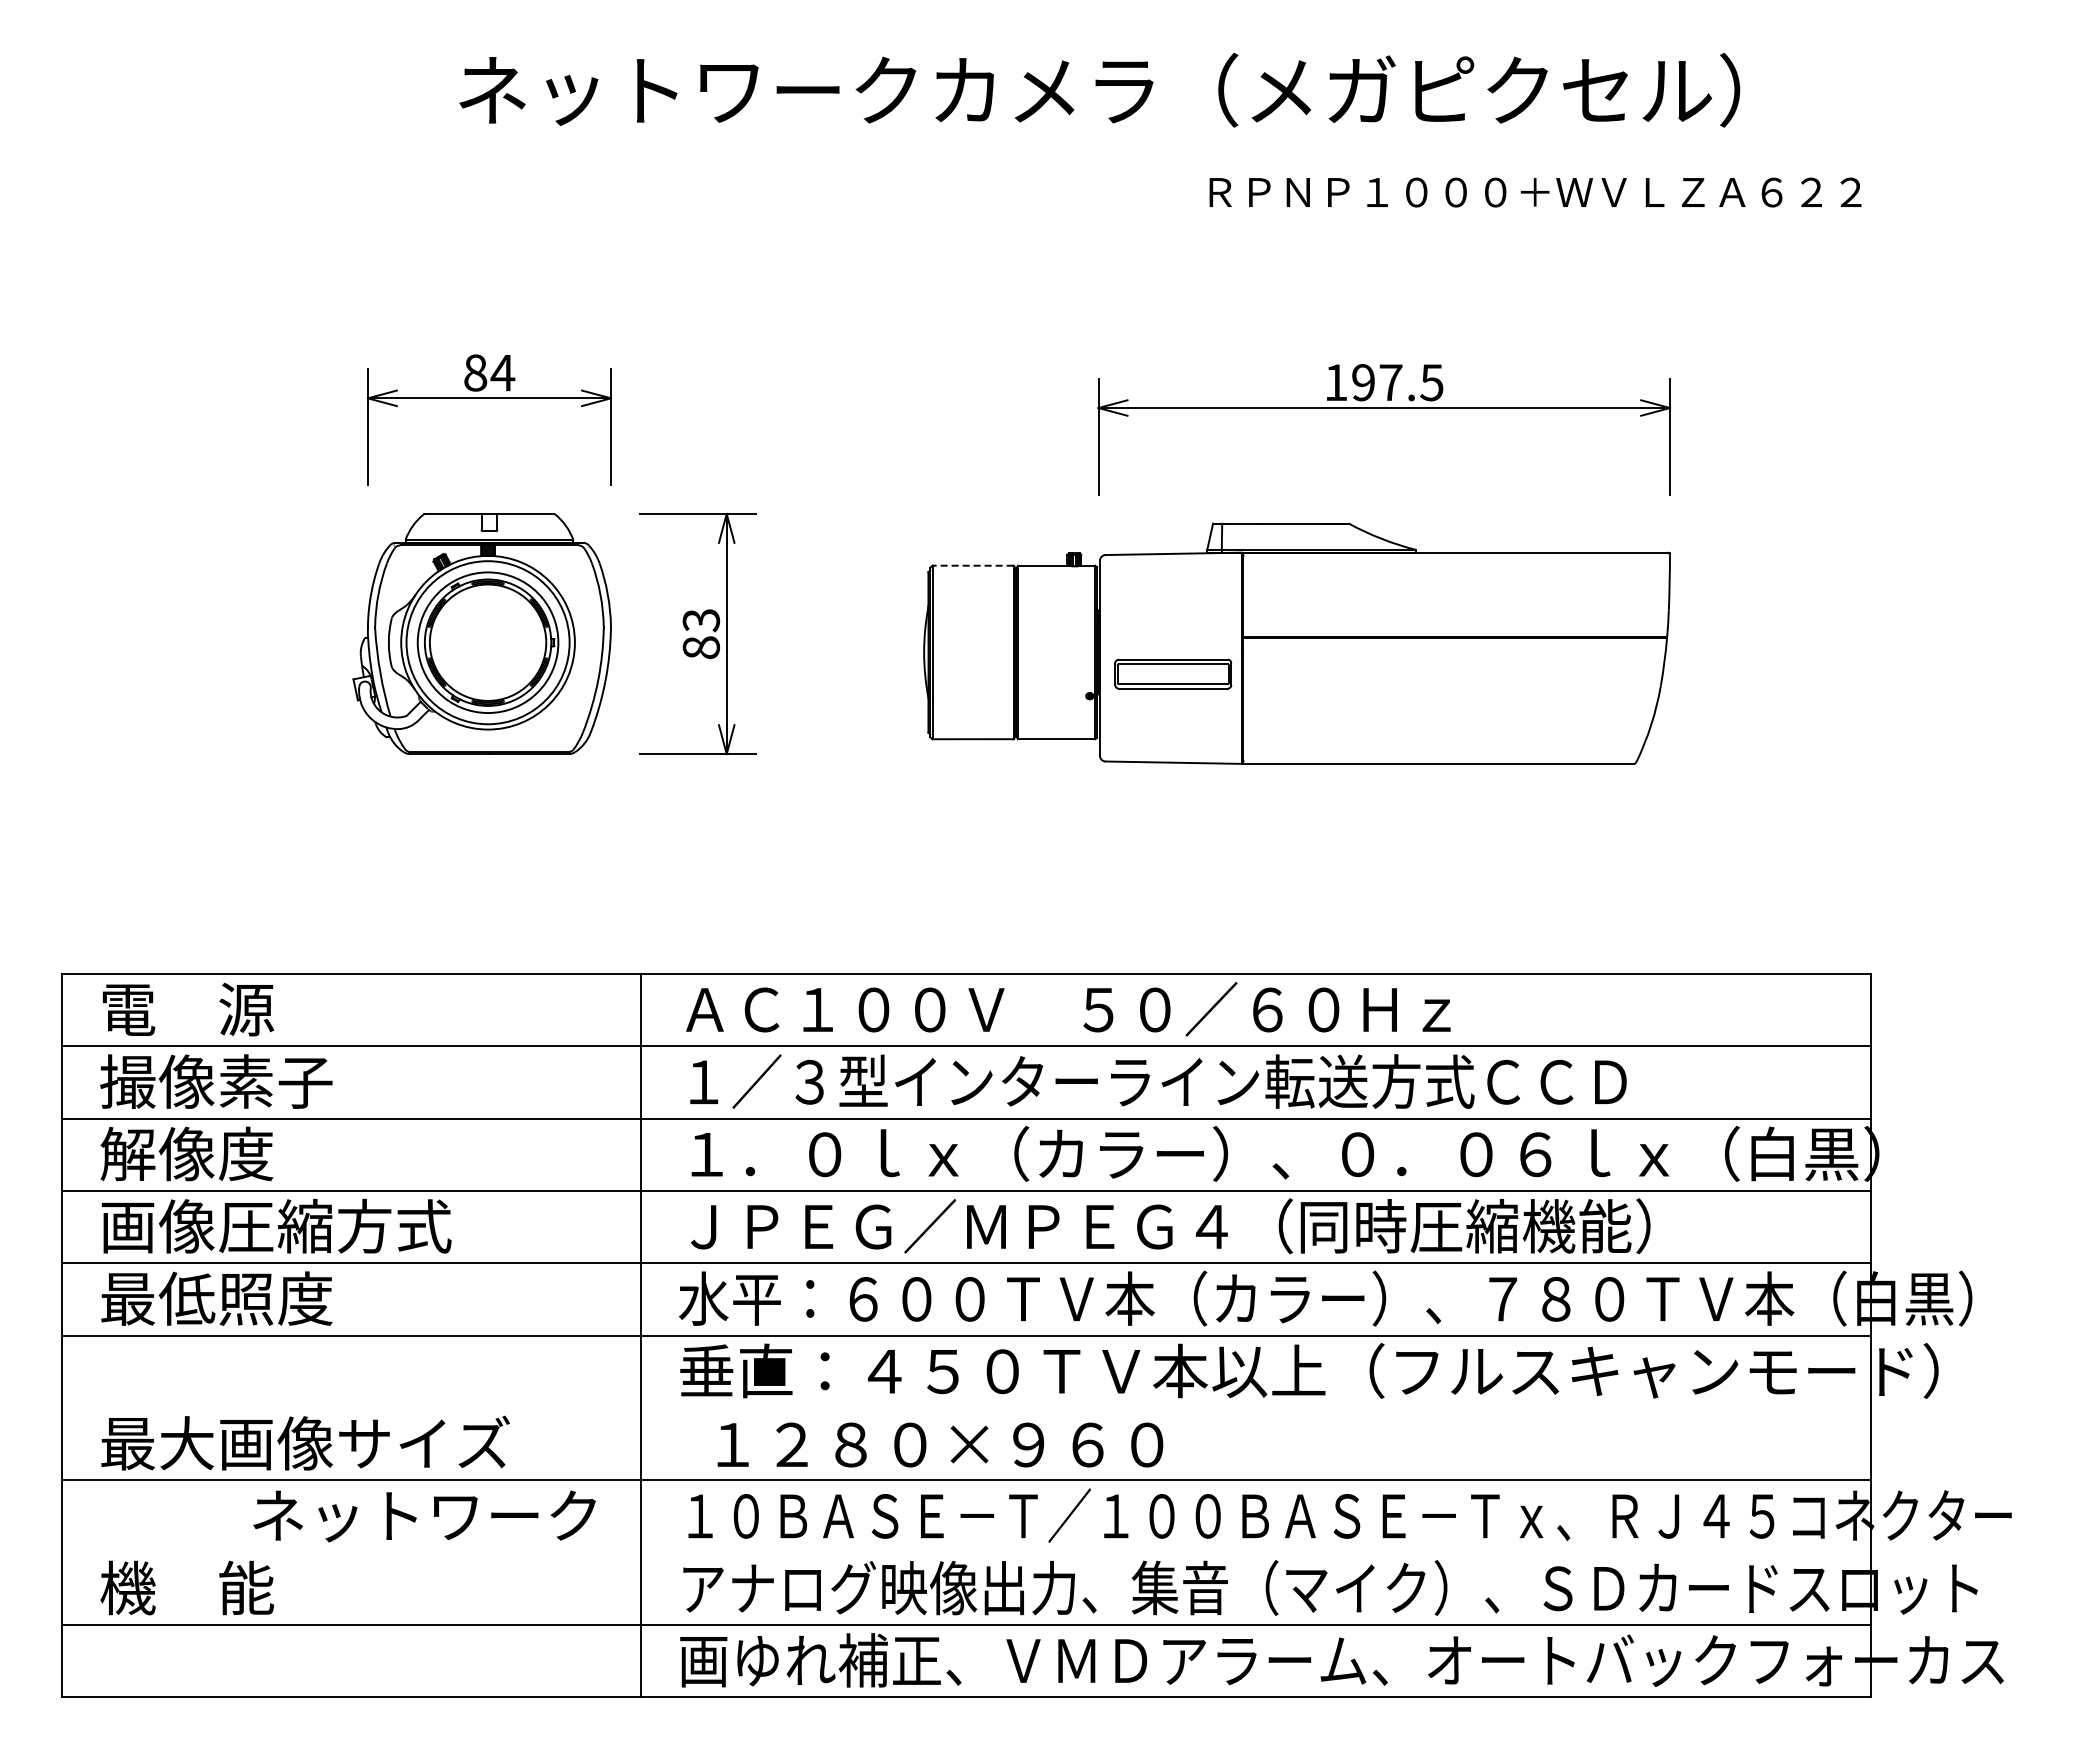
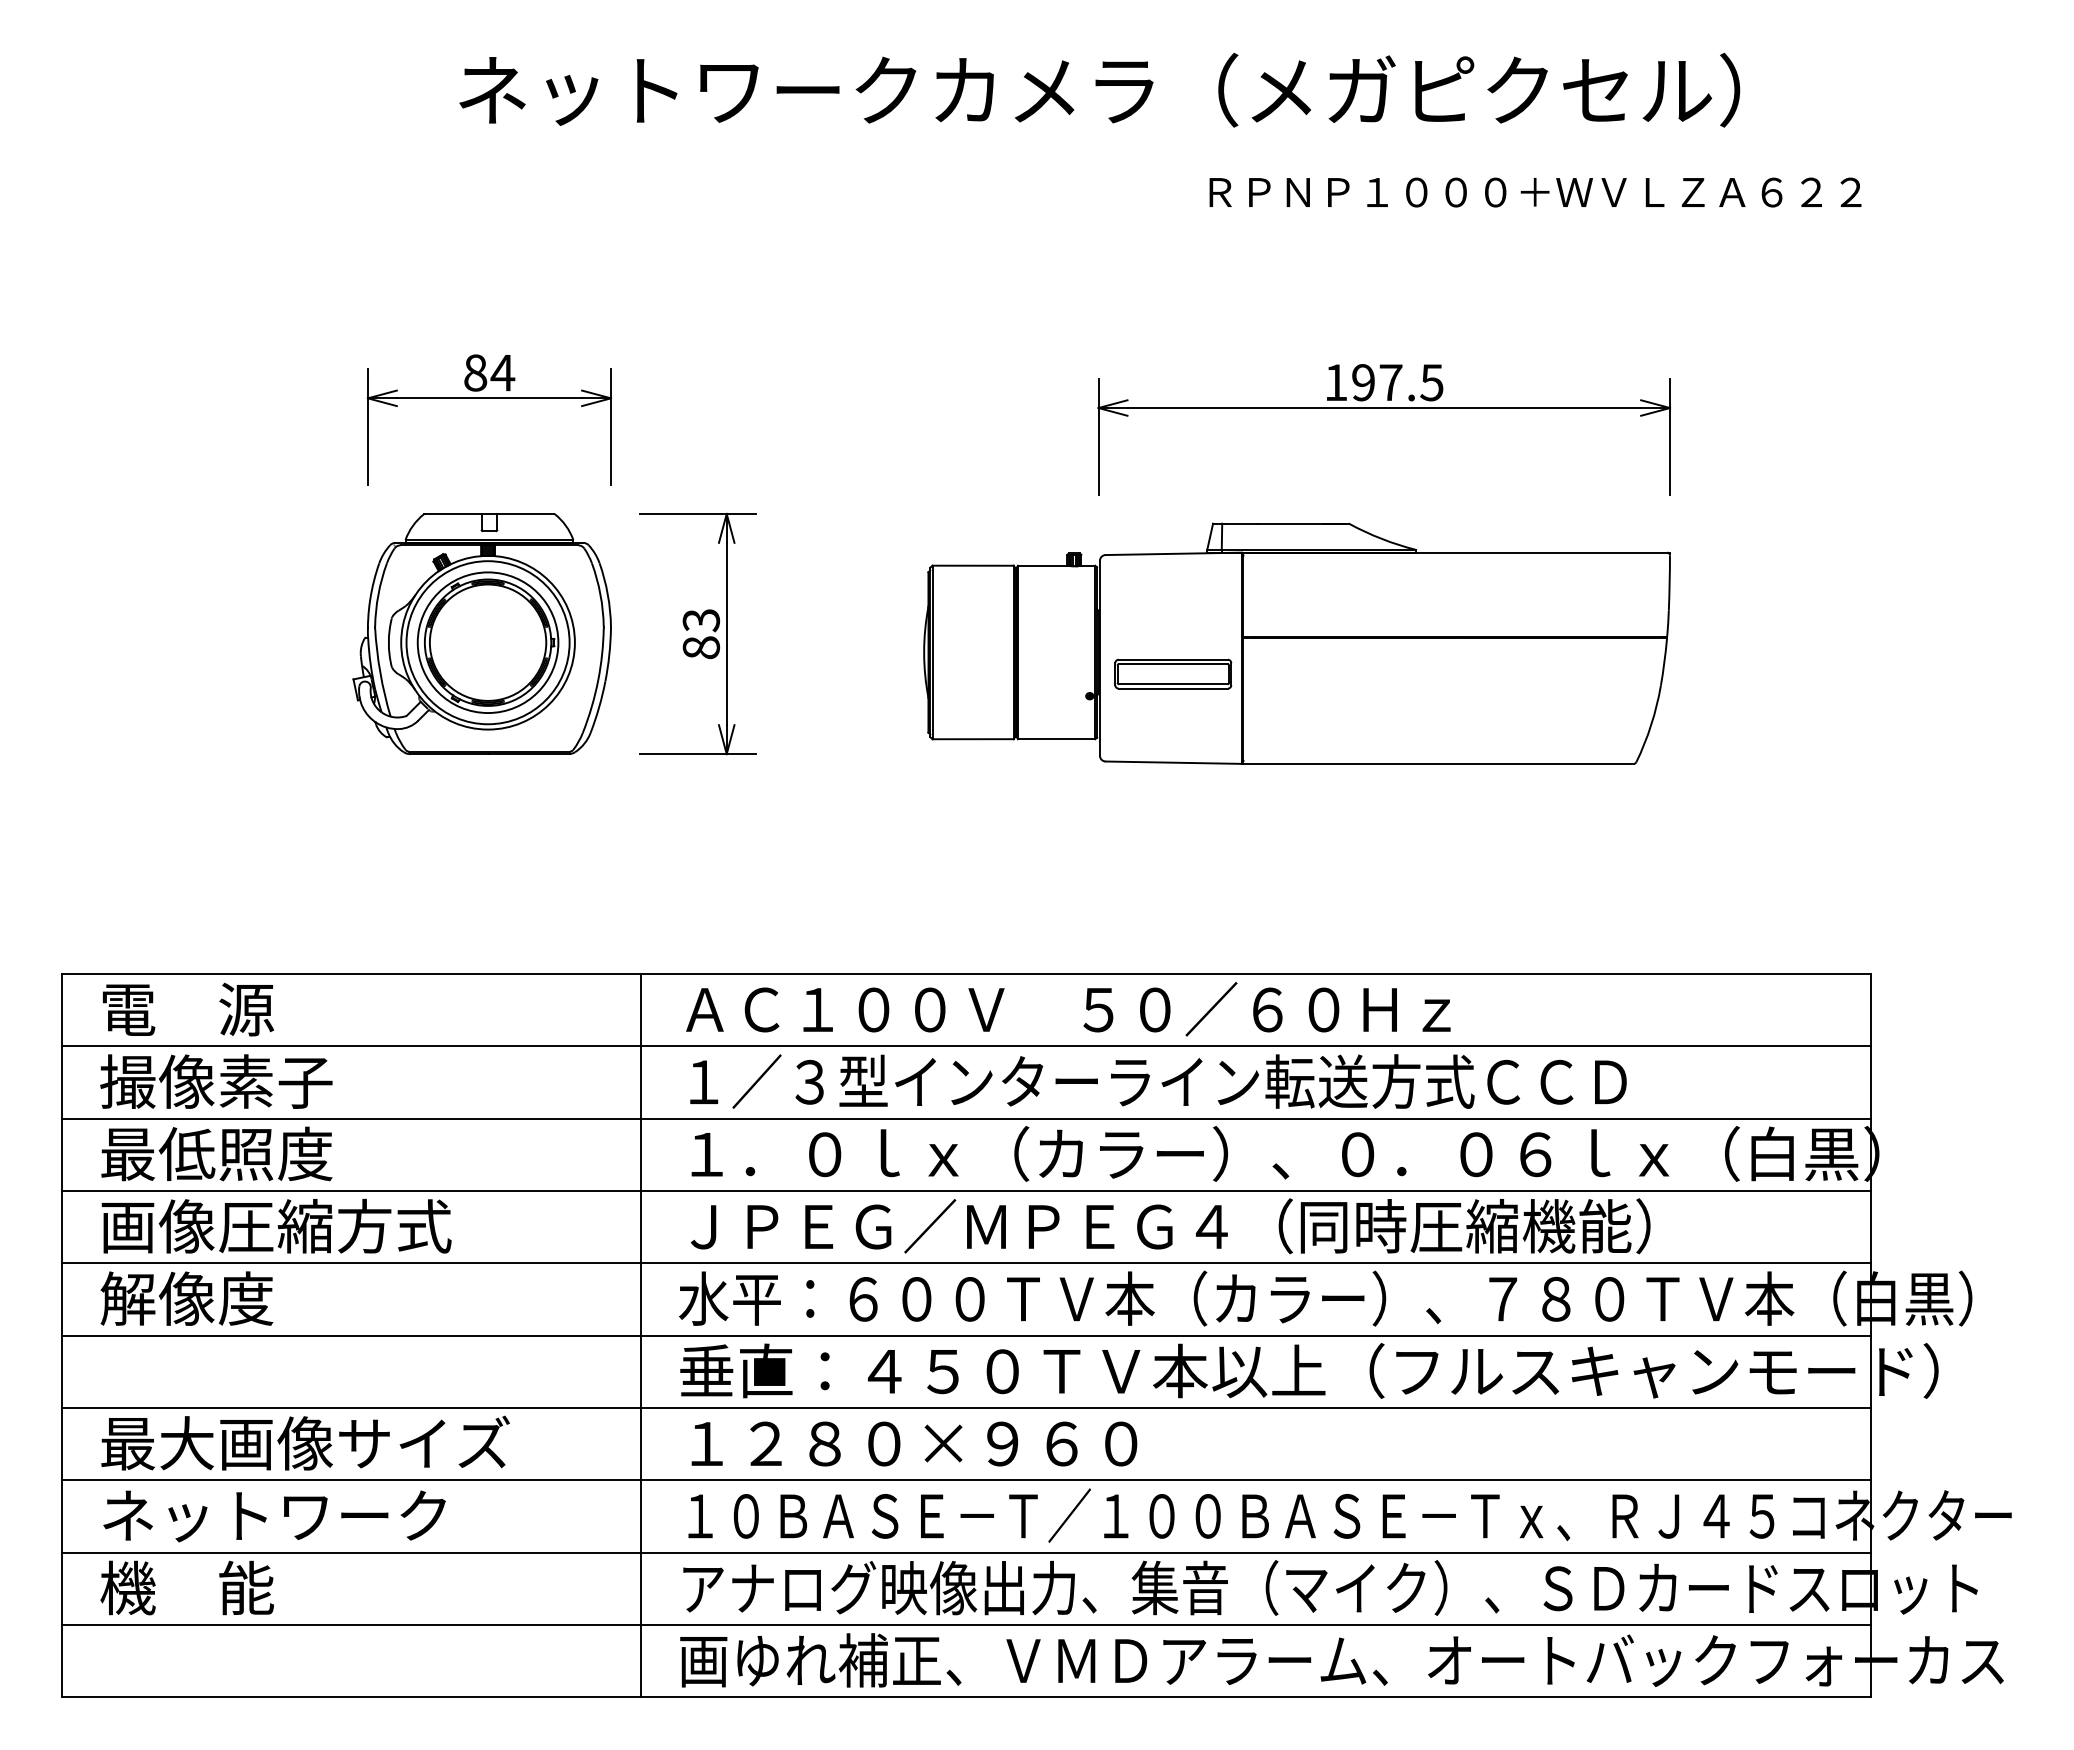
line at (973, 565): dashed -> solid
text at (216, 1153): 解像度 -> 最低照度
text at (216, 1298): 最低照度 -> 解像度
line at (966, 1407): none -> present
text at (940, 1444) position: (940, 1444) -> (914, 1443)
text at (424, 1516) position: (424, 1516) -> (274, 1516)
line at (966, 1552): none -> present
